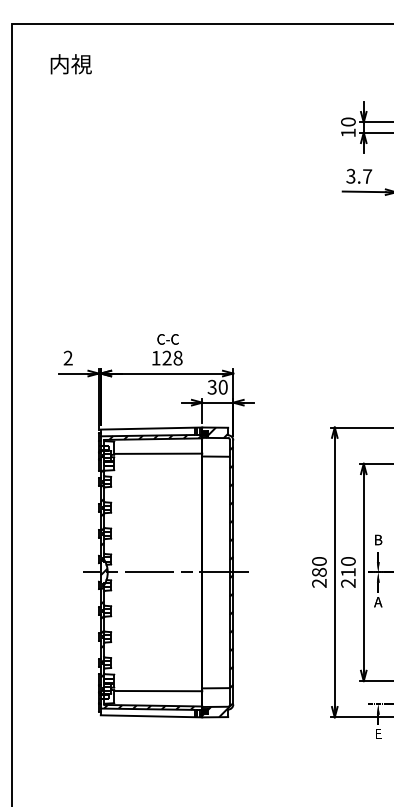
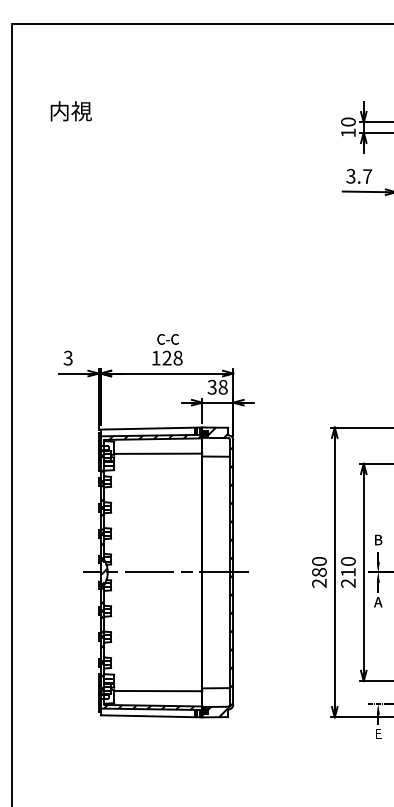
text at (70, 64) position: (70, 64) -> (70, 111)
text at (67, 358): 2 -> 3
text at (222, 387): 30 -> 38
